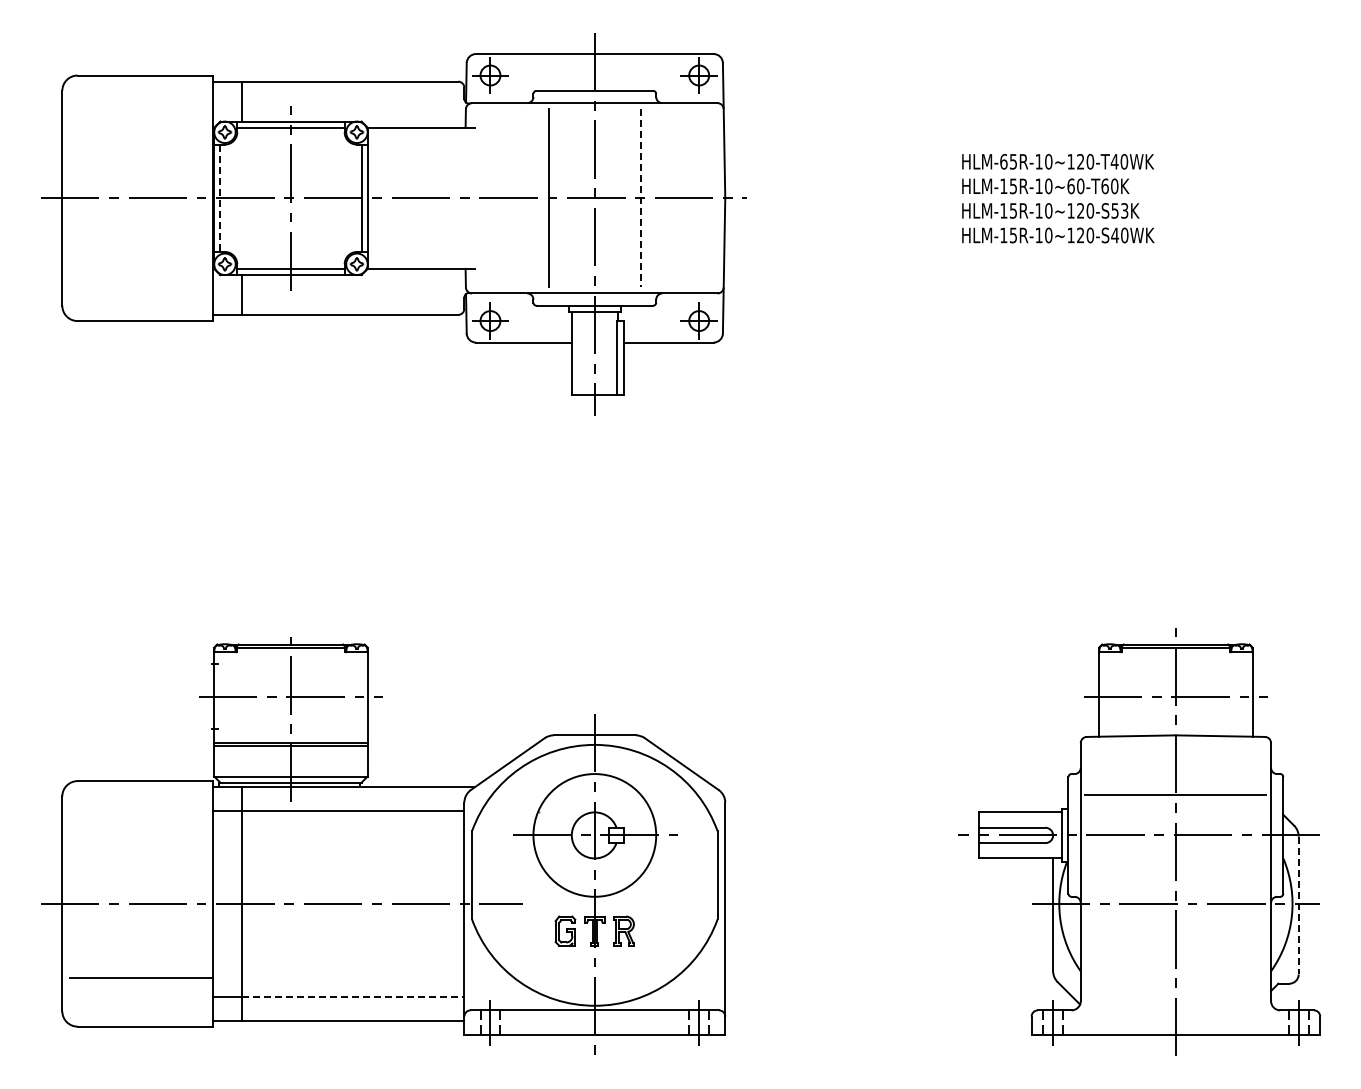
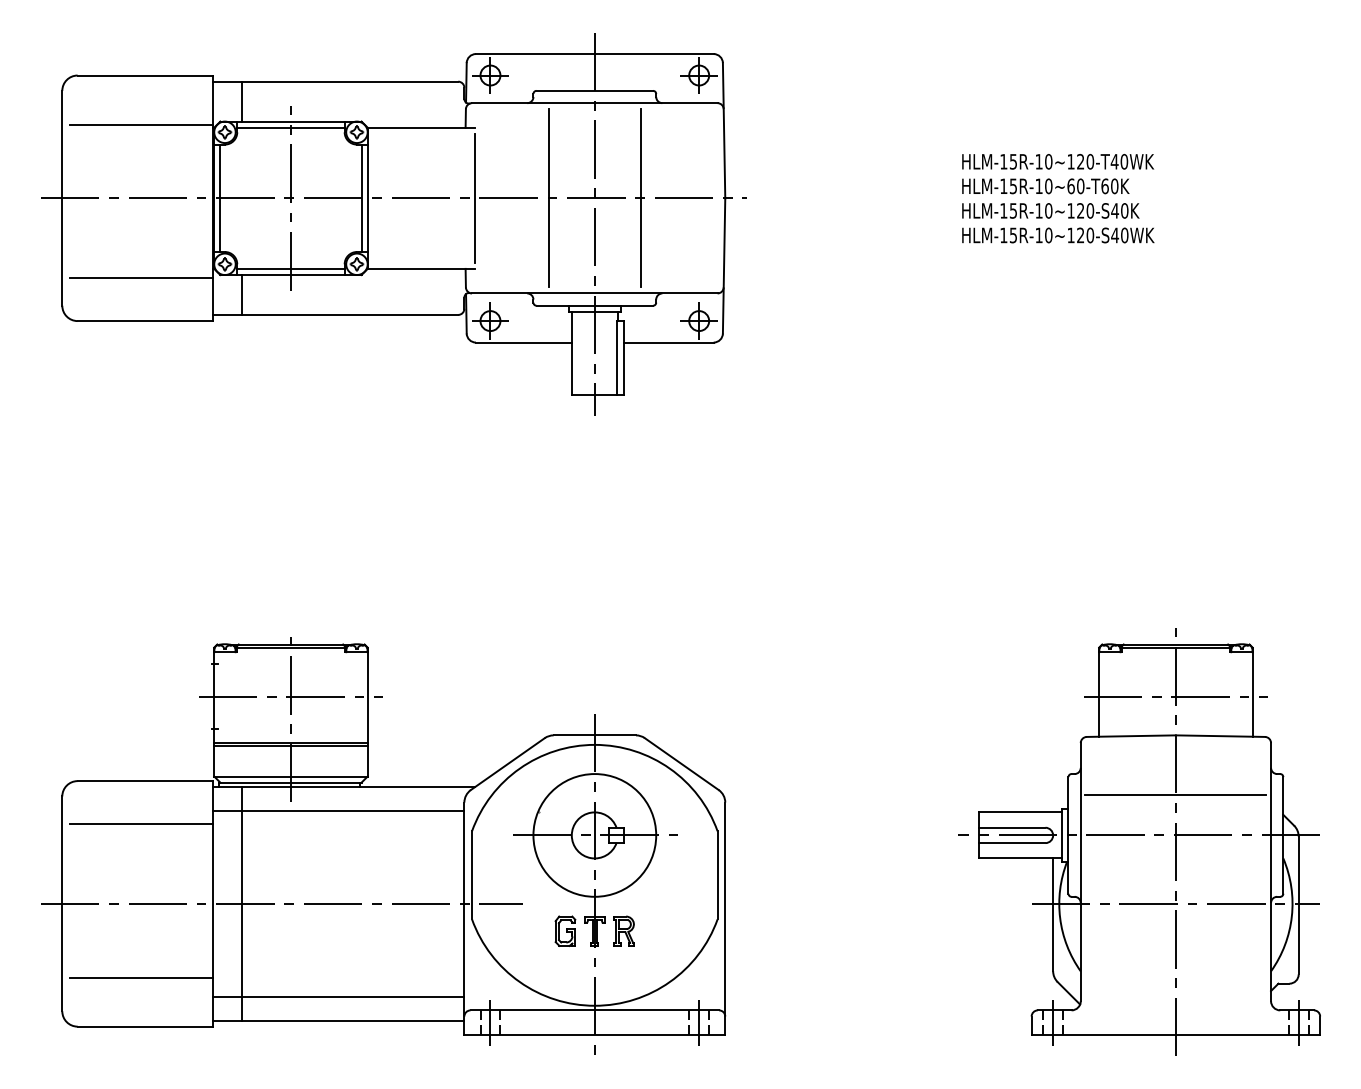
line at (140, 124): none -> present
text at (1003, 161): HLM-65R-10~120-T40WK -> HLM-15R-10~120-T40WK
line at (474, 197): none -> present
line at (220, 198): dashed -> solid
line at (640, 198): dashed -> solid
text at (1119, 210): HLM-15R-10~120-S53K -> HLM-15R-10~120-S40K
line at (140, 278): none -> present
line at (140, 824): none -> present
line at (1298, 905): dashed -> solid
line at (353, 996): dashed -> solid
